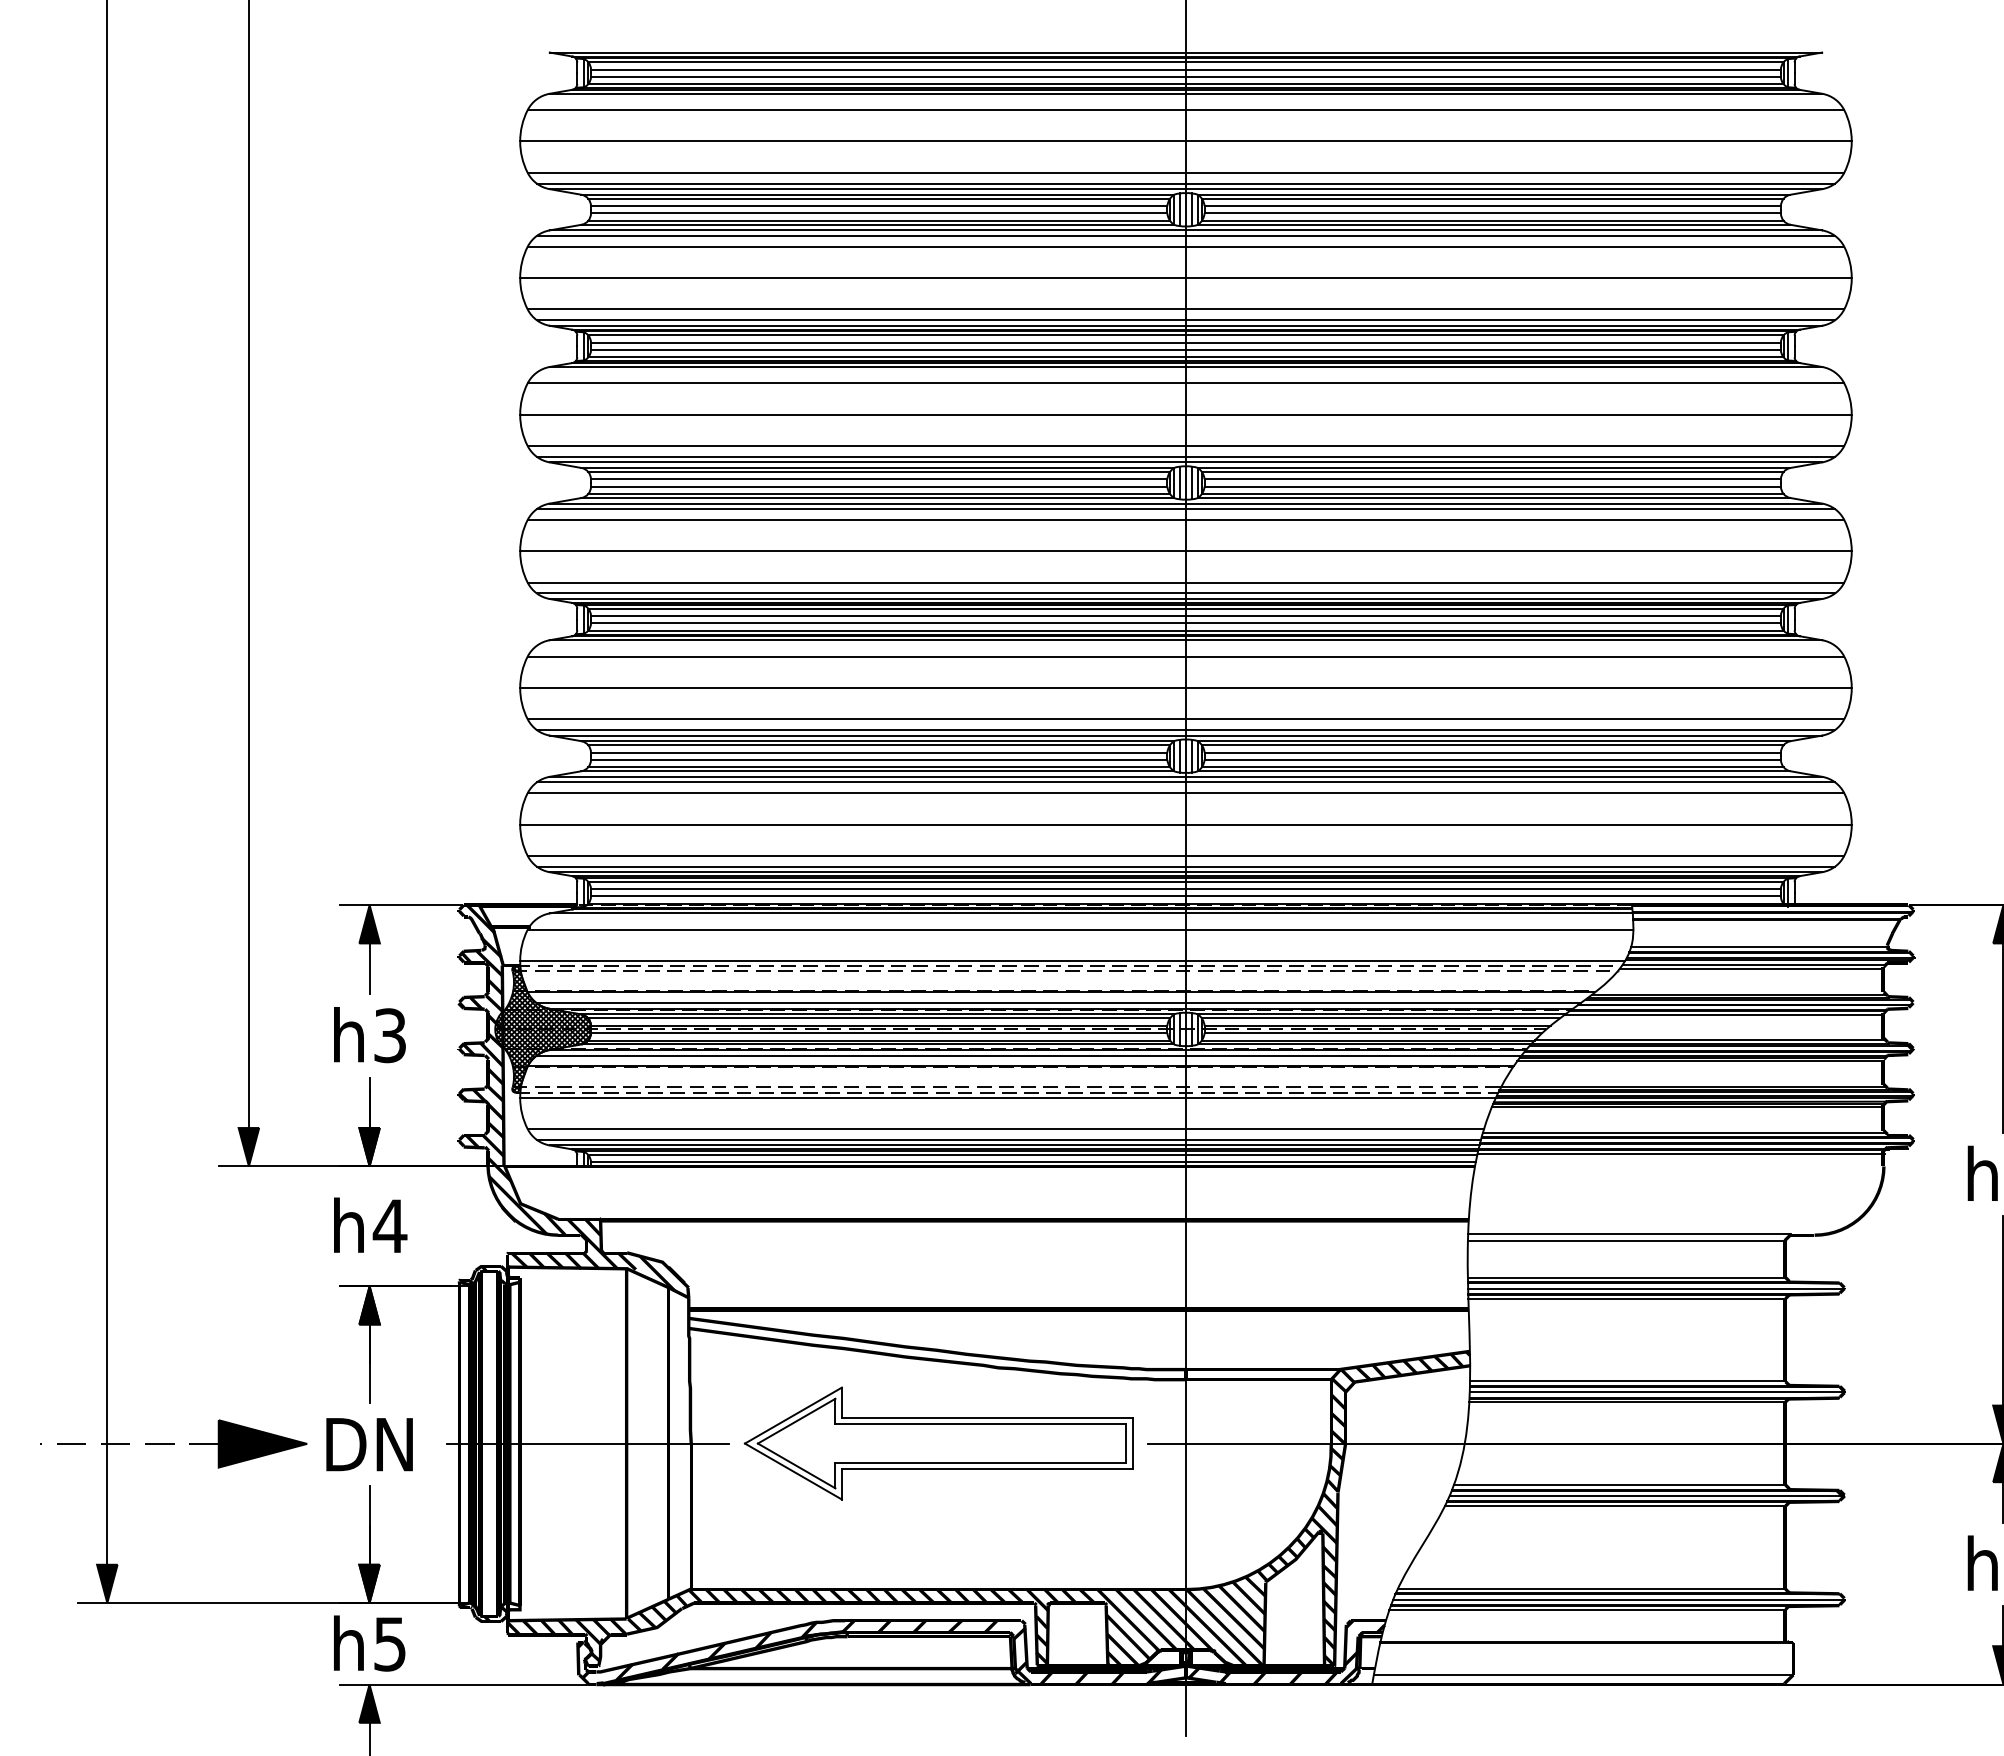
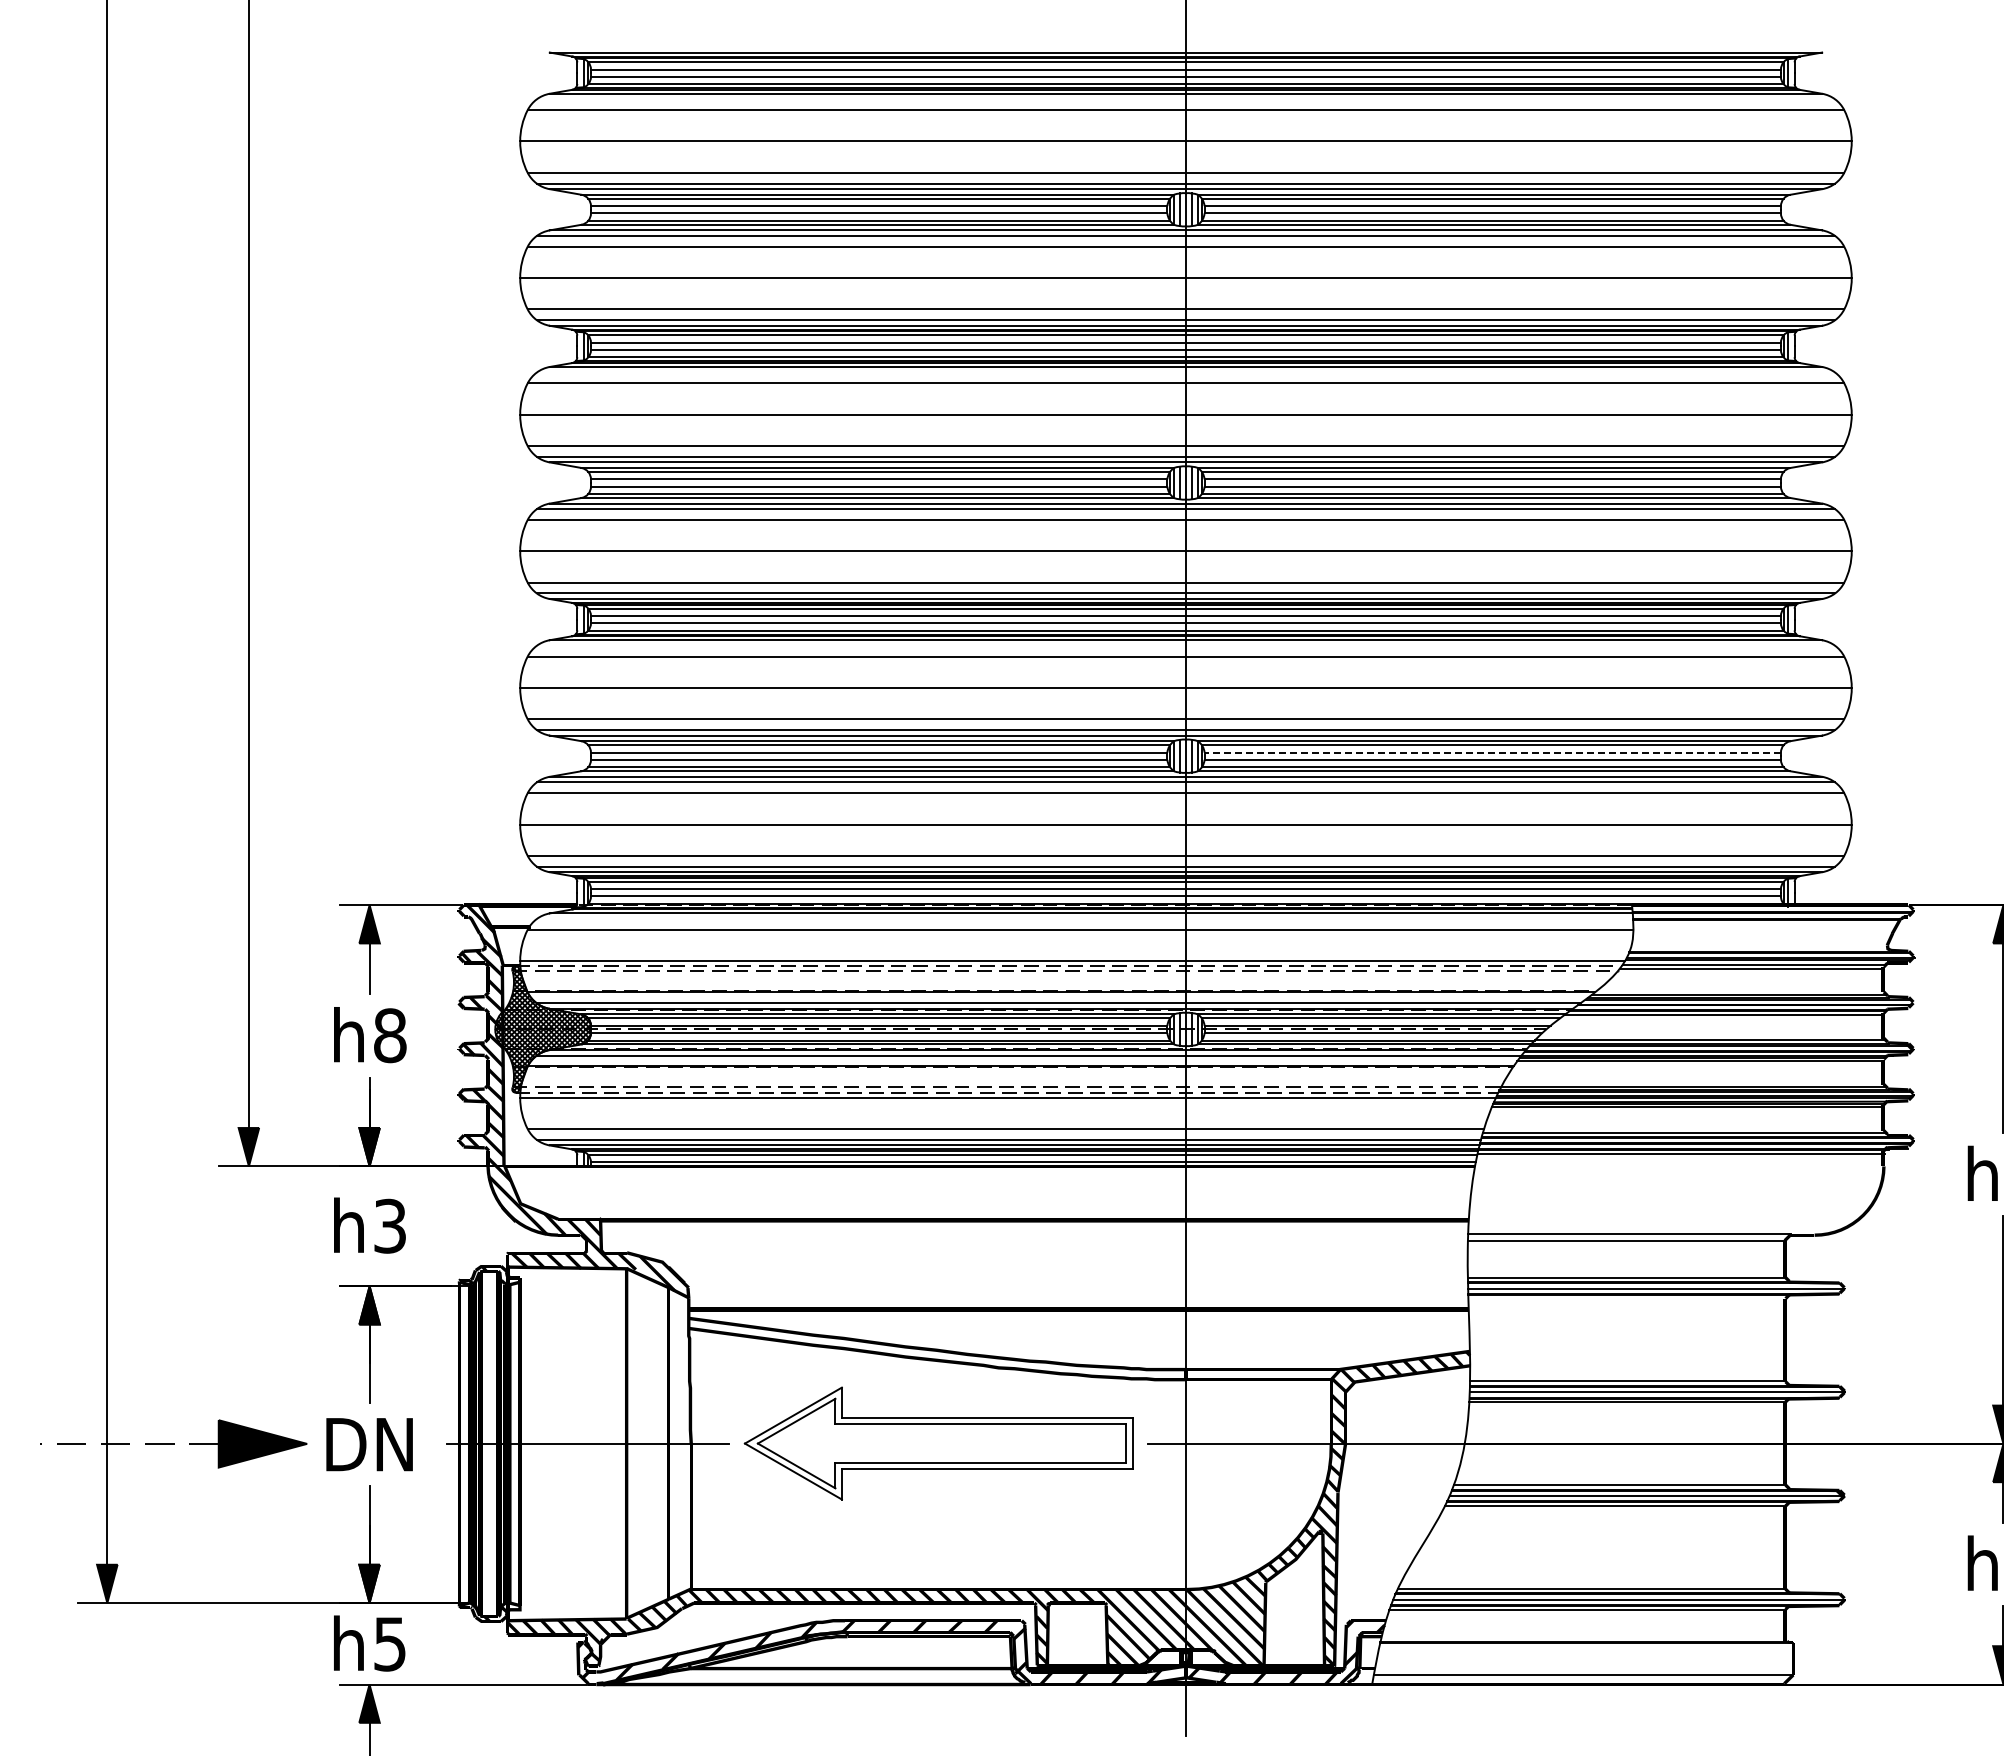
line at (1492, 752): solid -> dashed
line at (1759, 947): present -> none
text at (390, 1035): h3 -> h8
text at (389, 1225): h4 -> h3
line at (1626, 1298): present -> none
